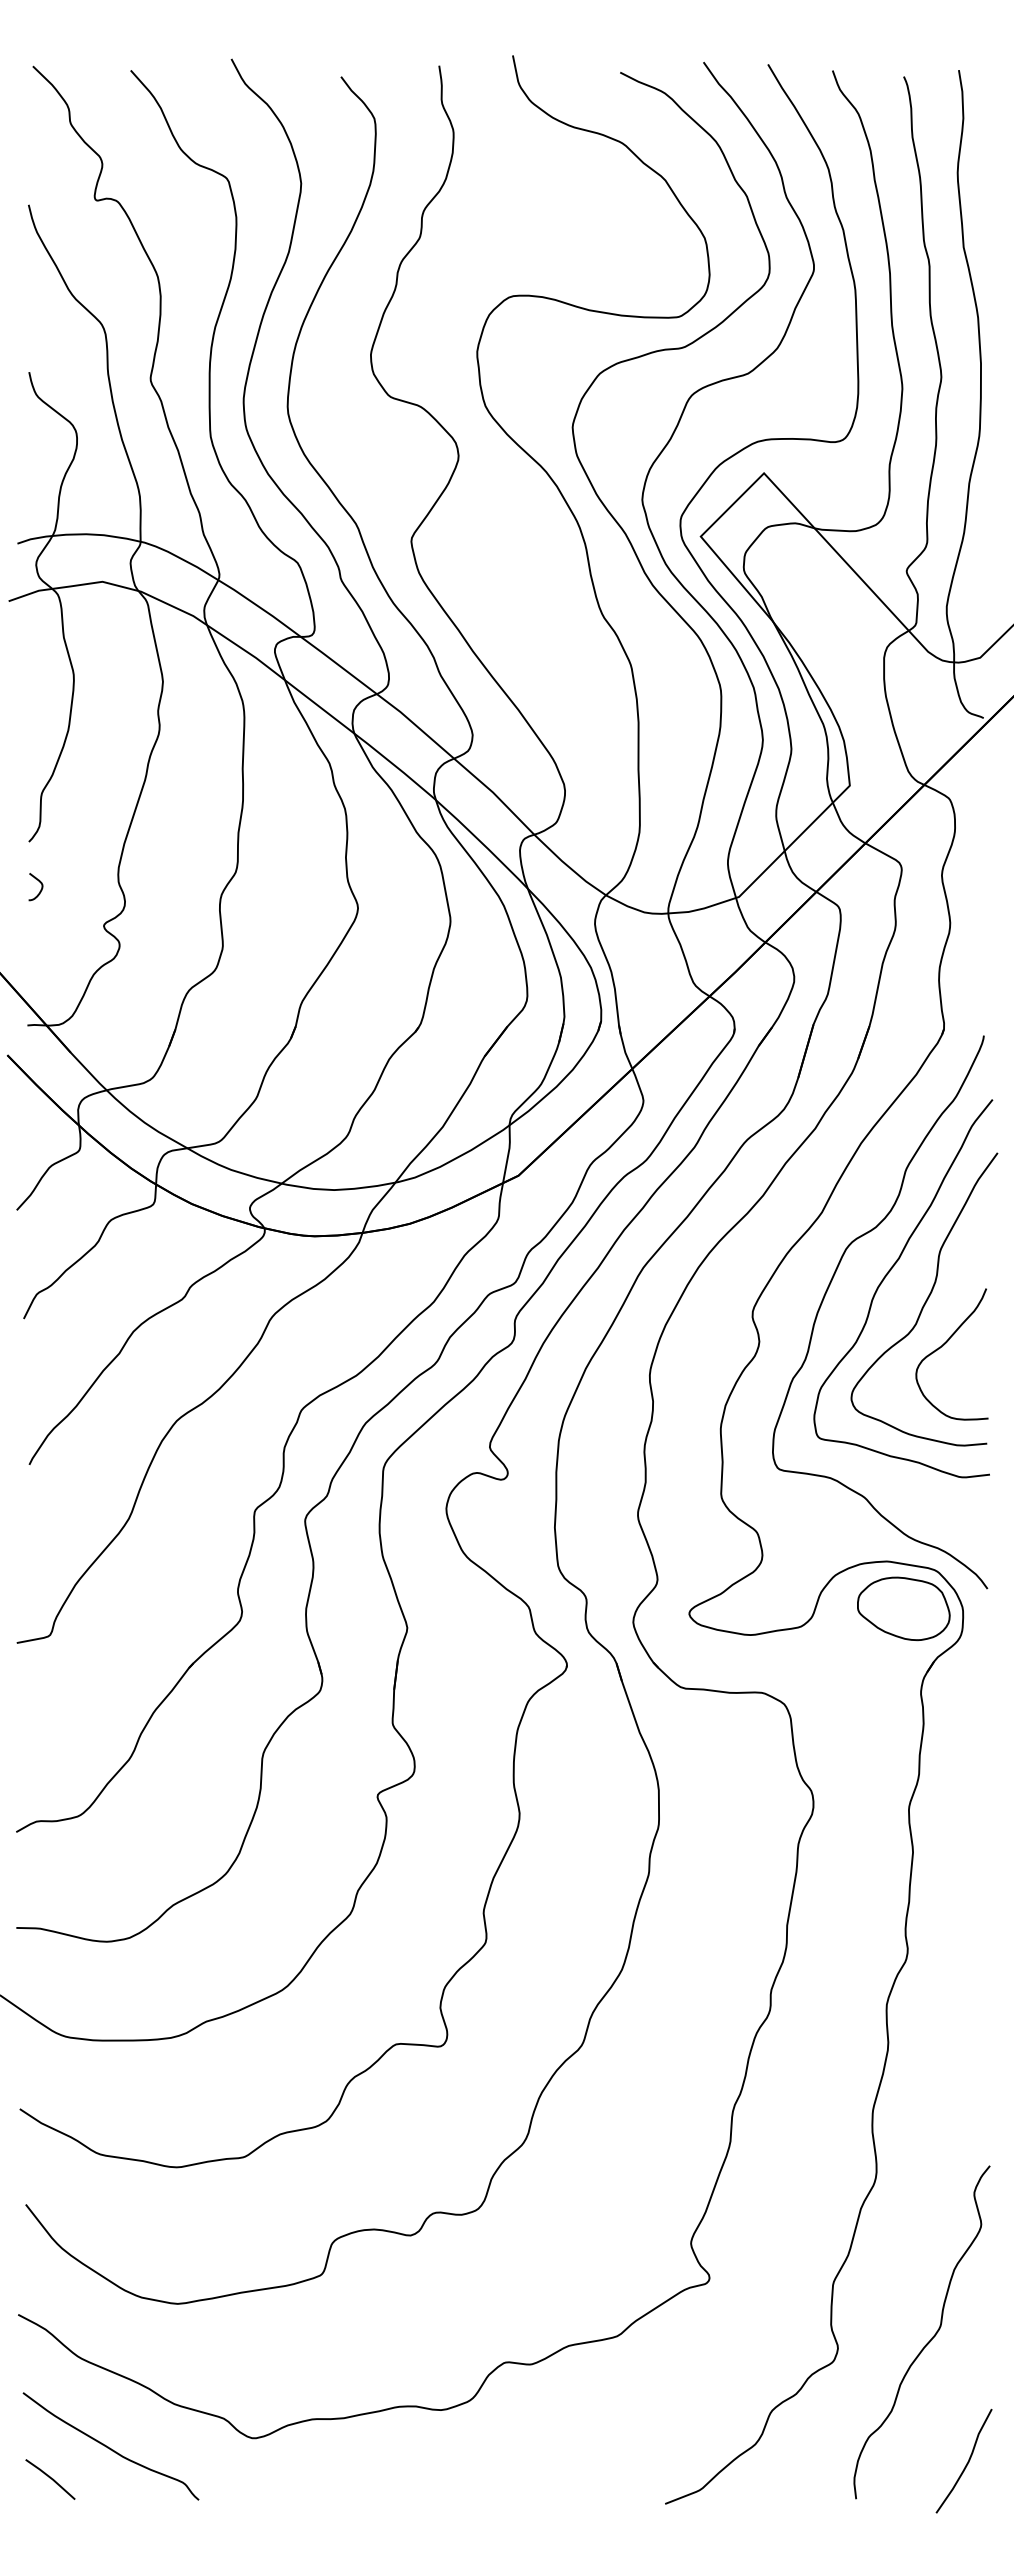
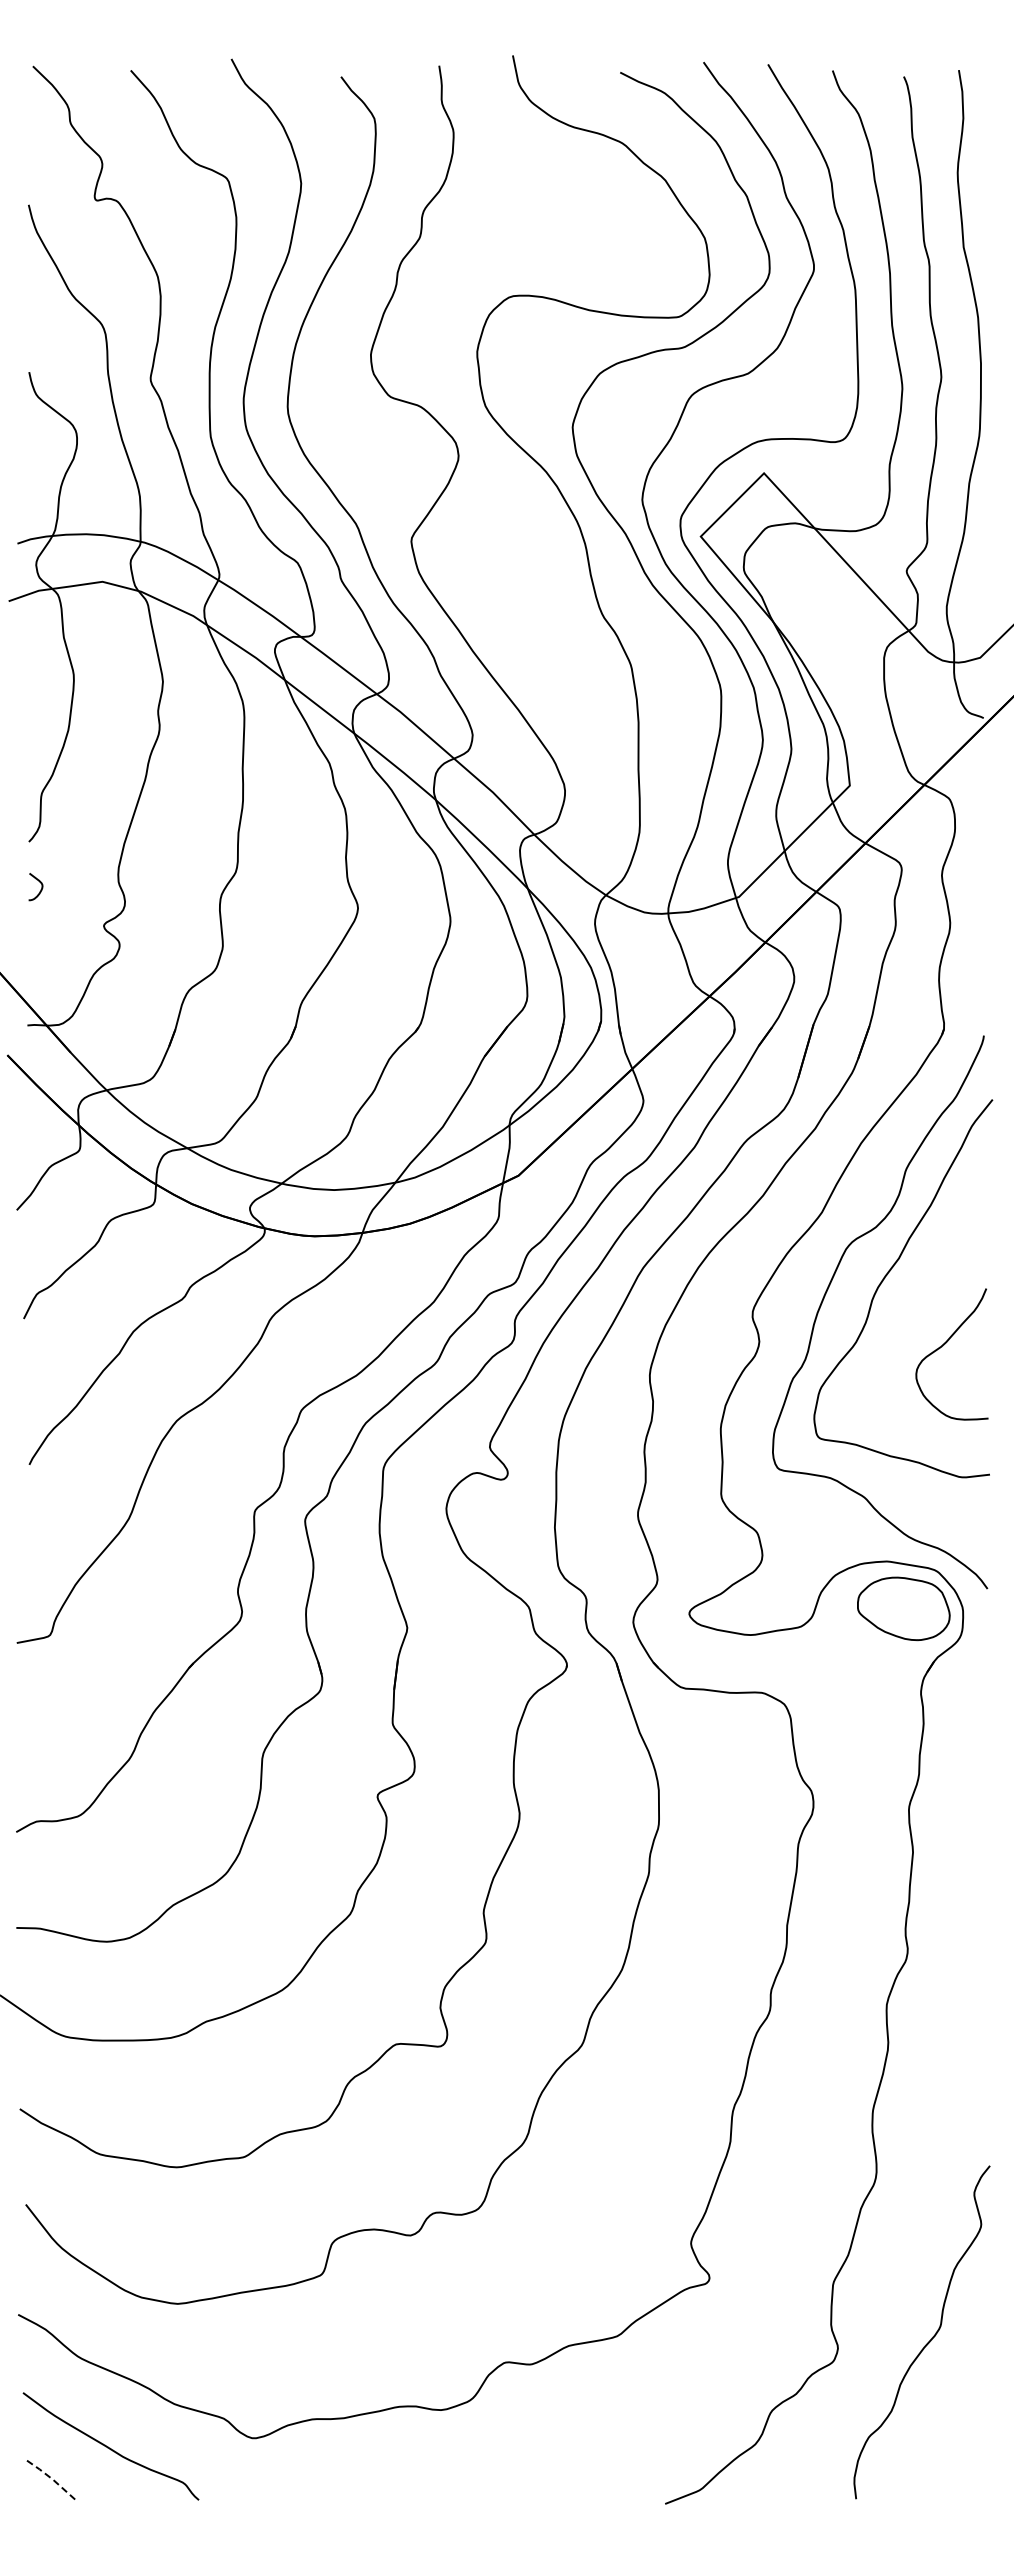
curve at (925, 1300): present -> none
curve at (967, 2461): present -> none
line at (50, 2478): solid -> dashed
